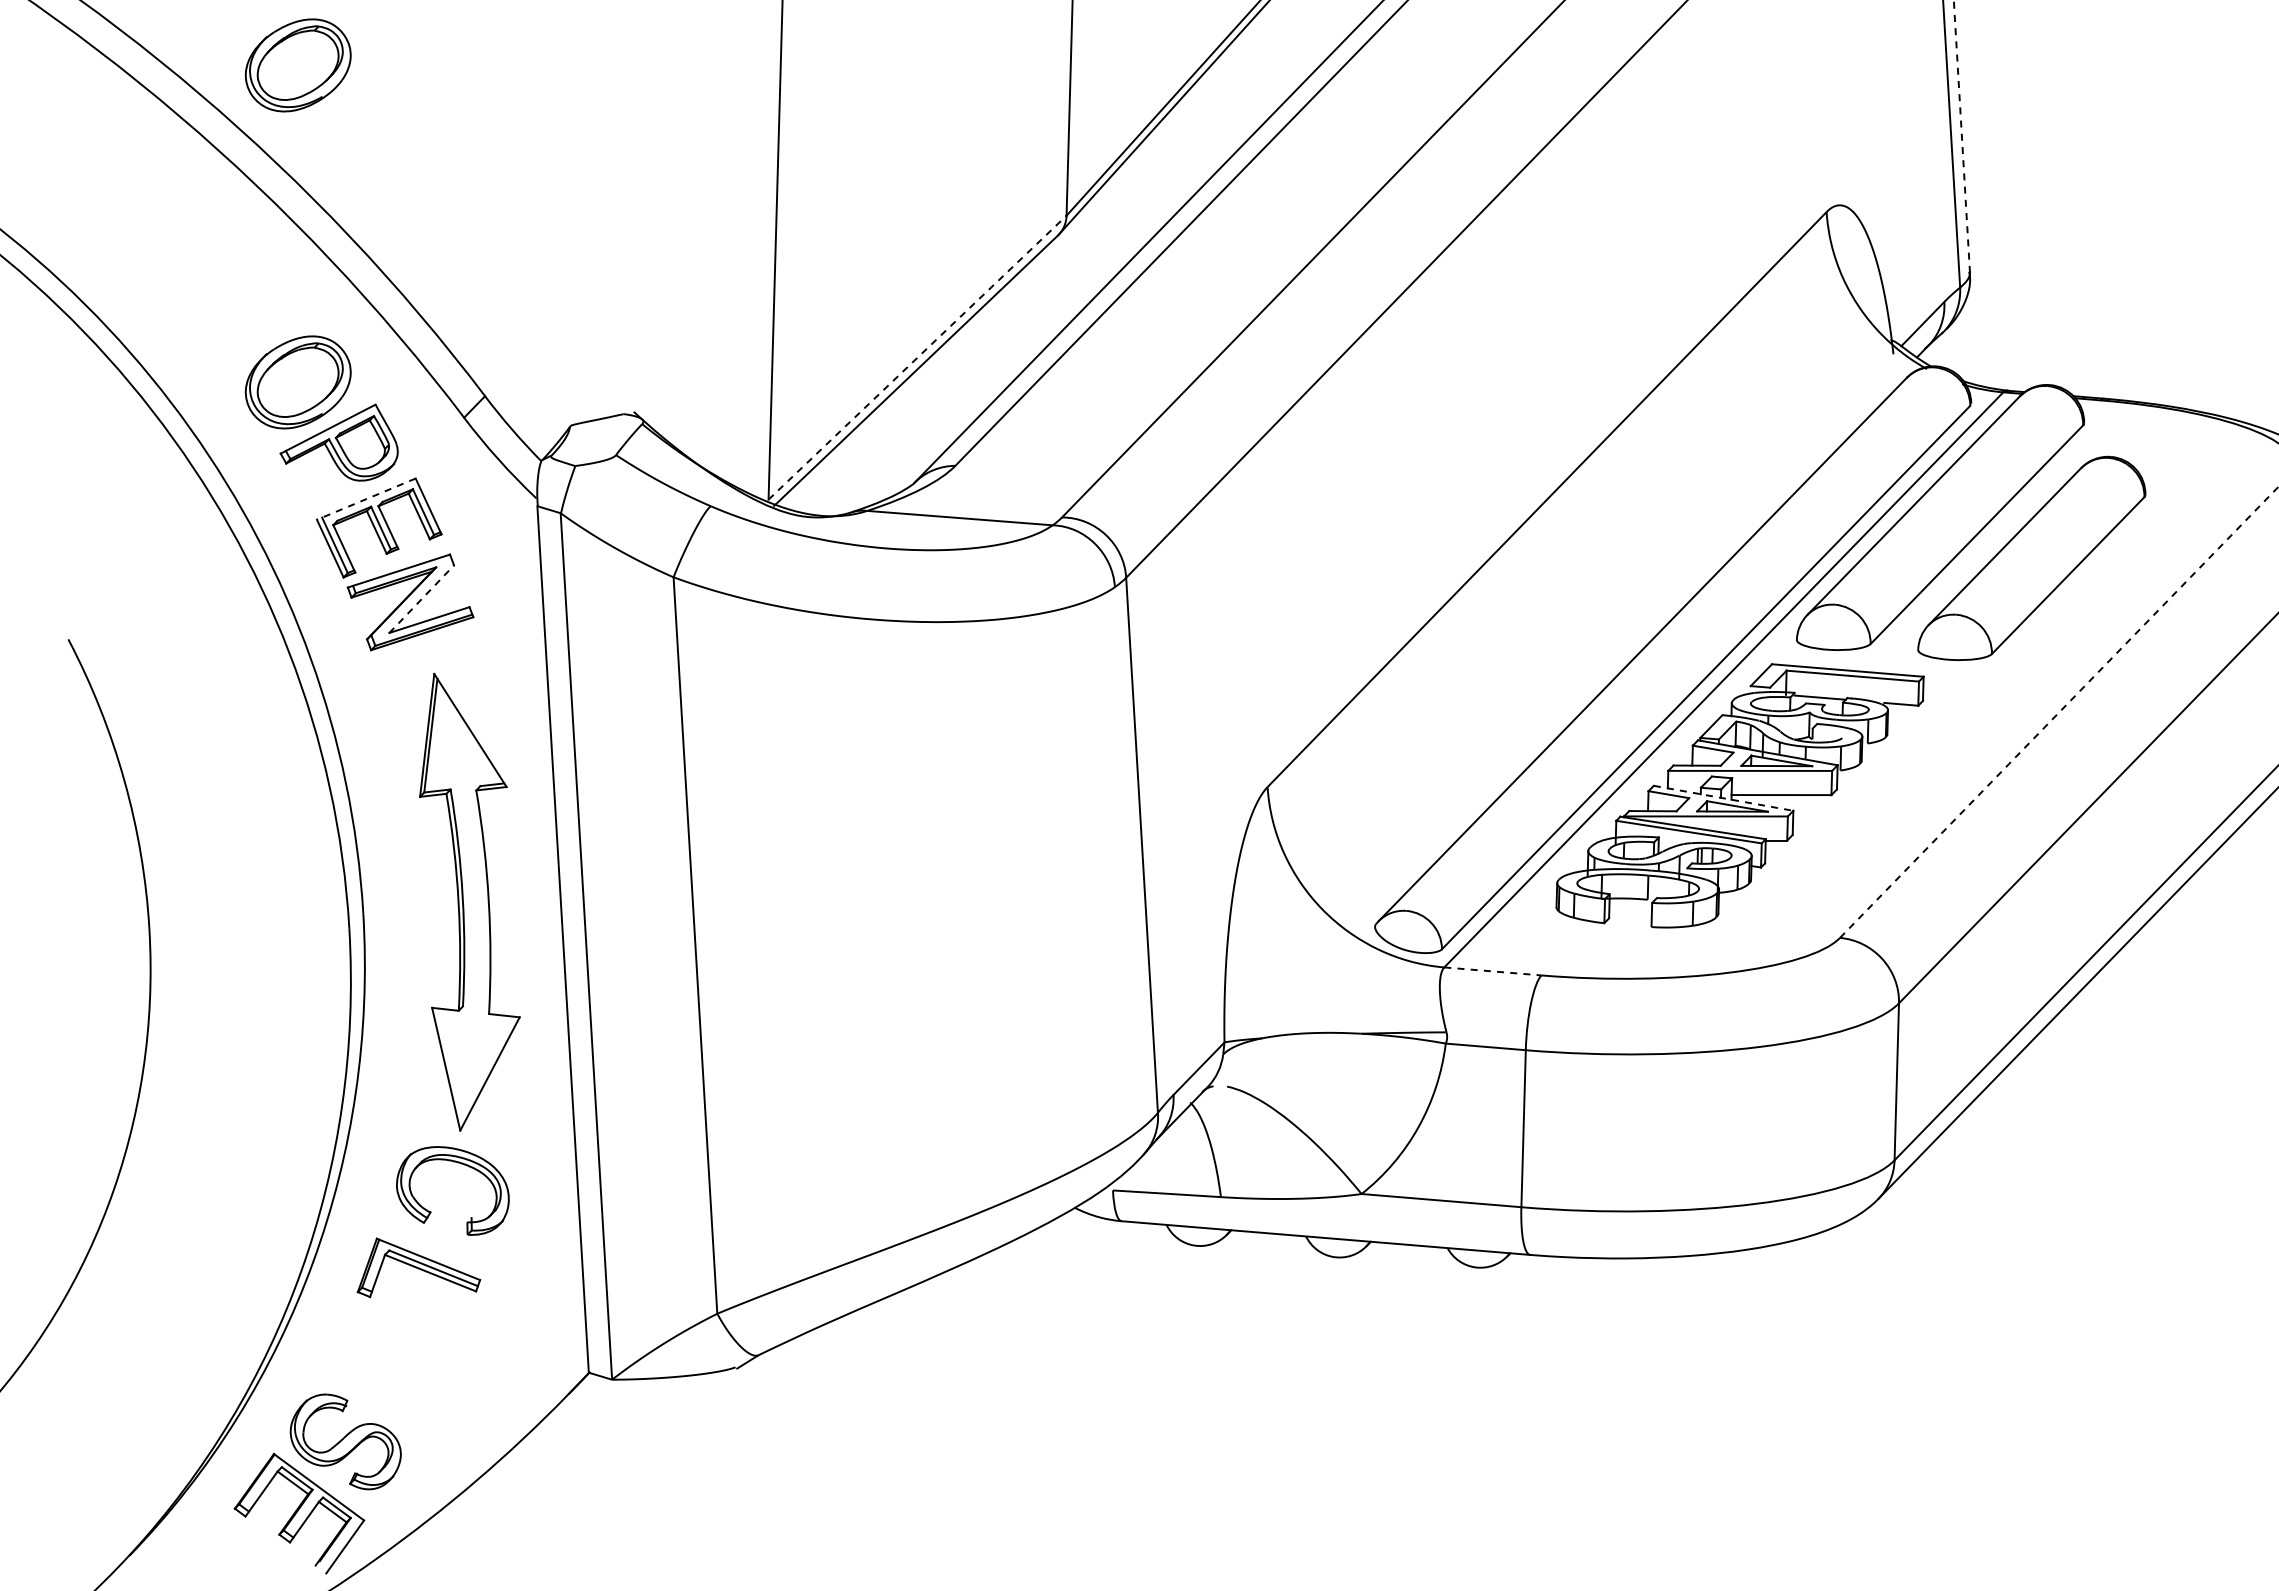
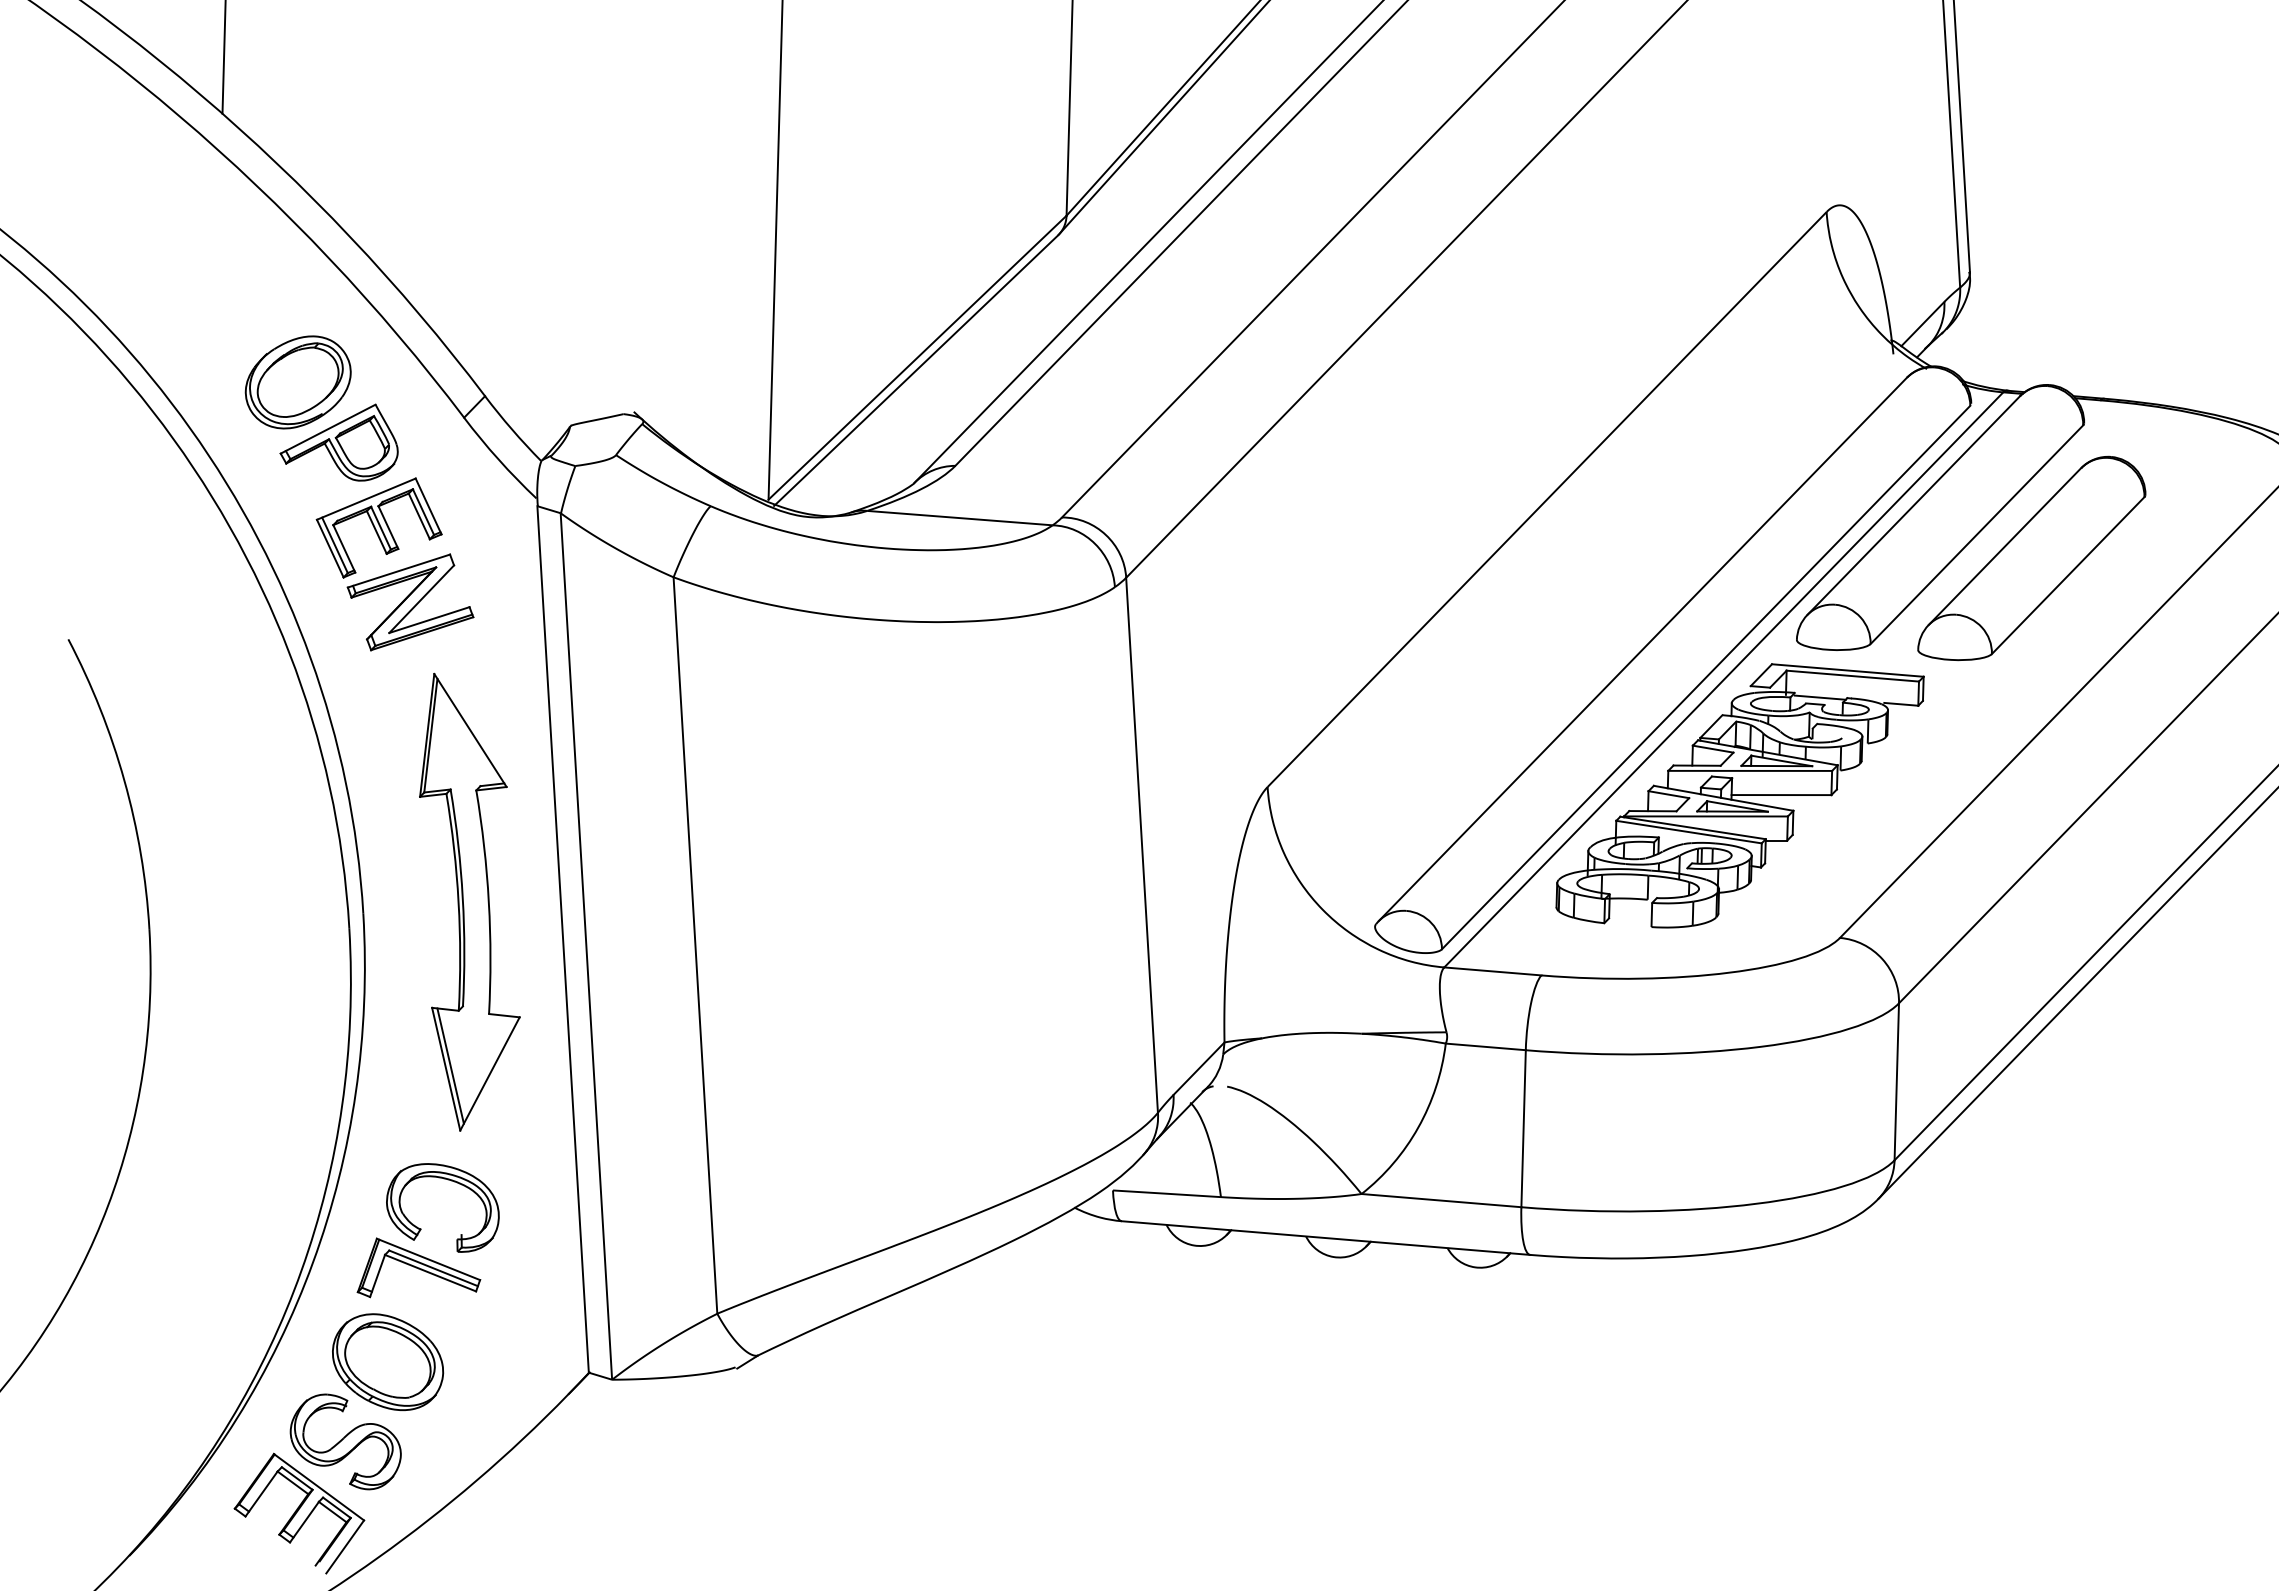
line at (223, 57): none -> present
part at (297, 65): present -> none
line at (1961, 136): dashed -> solid
line at (917, 357): dashed -> solid
line at (365, 499): dashed -> solid
line at (421, 599): dashed -> solid
line at (2059, 712): dashed -> solid
line at (1723, 798): dashed -> solid
line at (1492, 971): dashed -> solid
line at (450, 1065): none -> present
part at (461, 1164) position: (461, 1164) -> (451, 1181)
part at (388, 1362): none -> present
